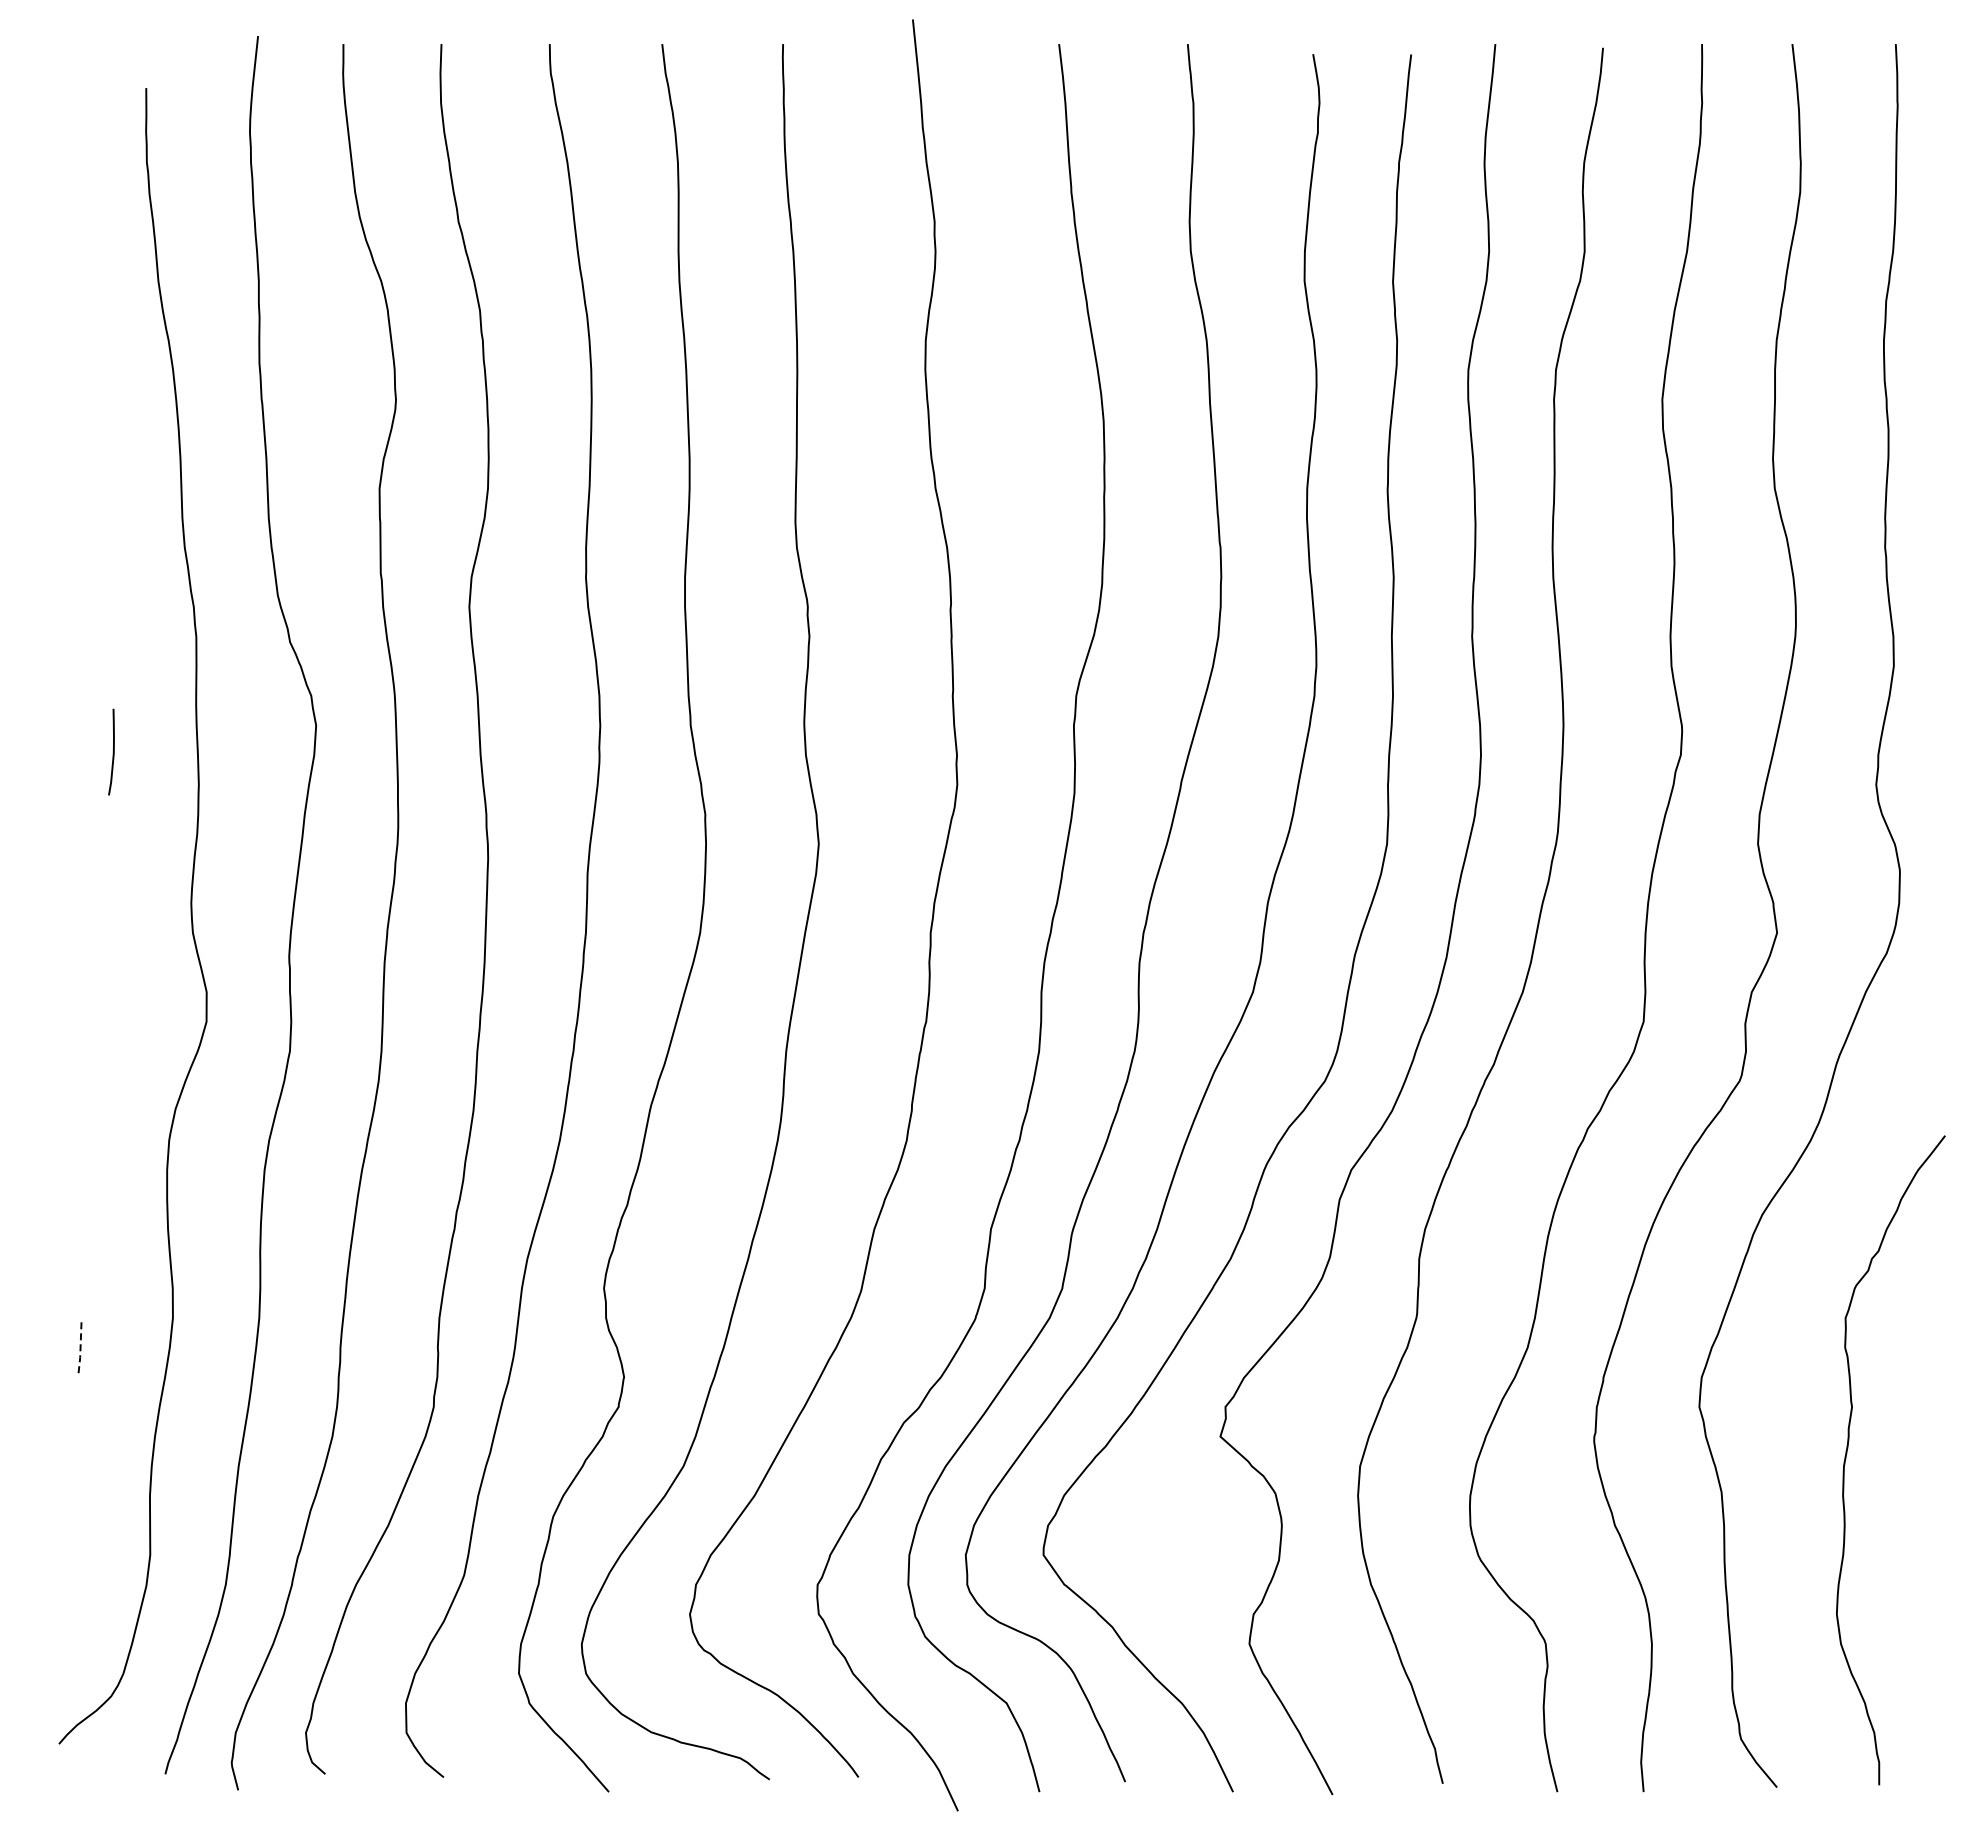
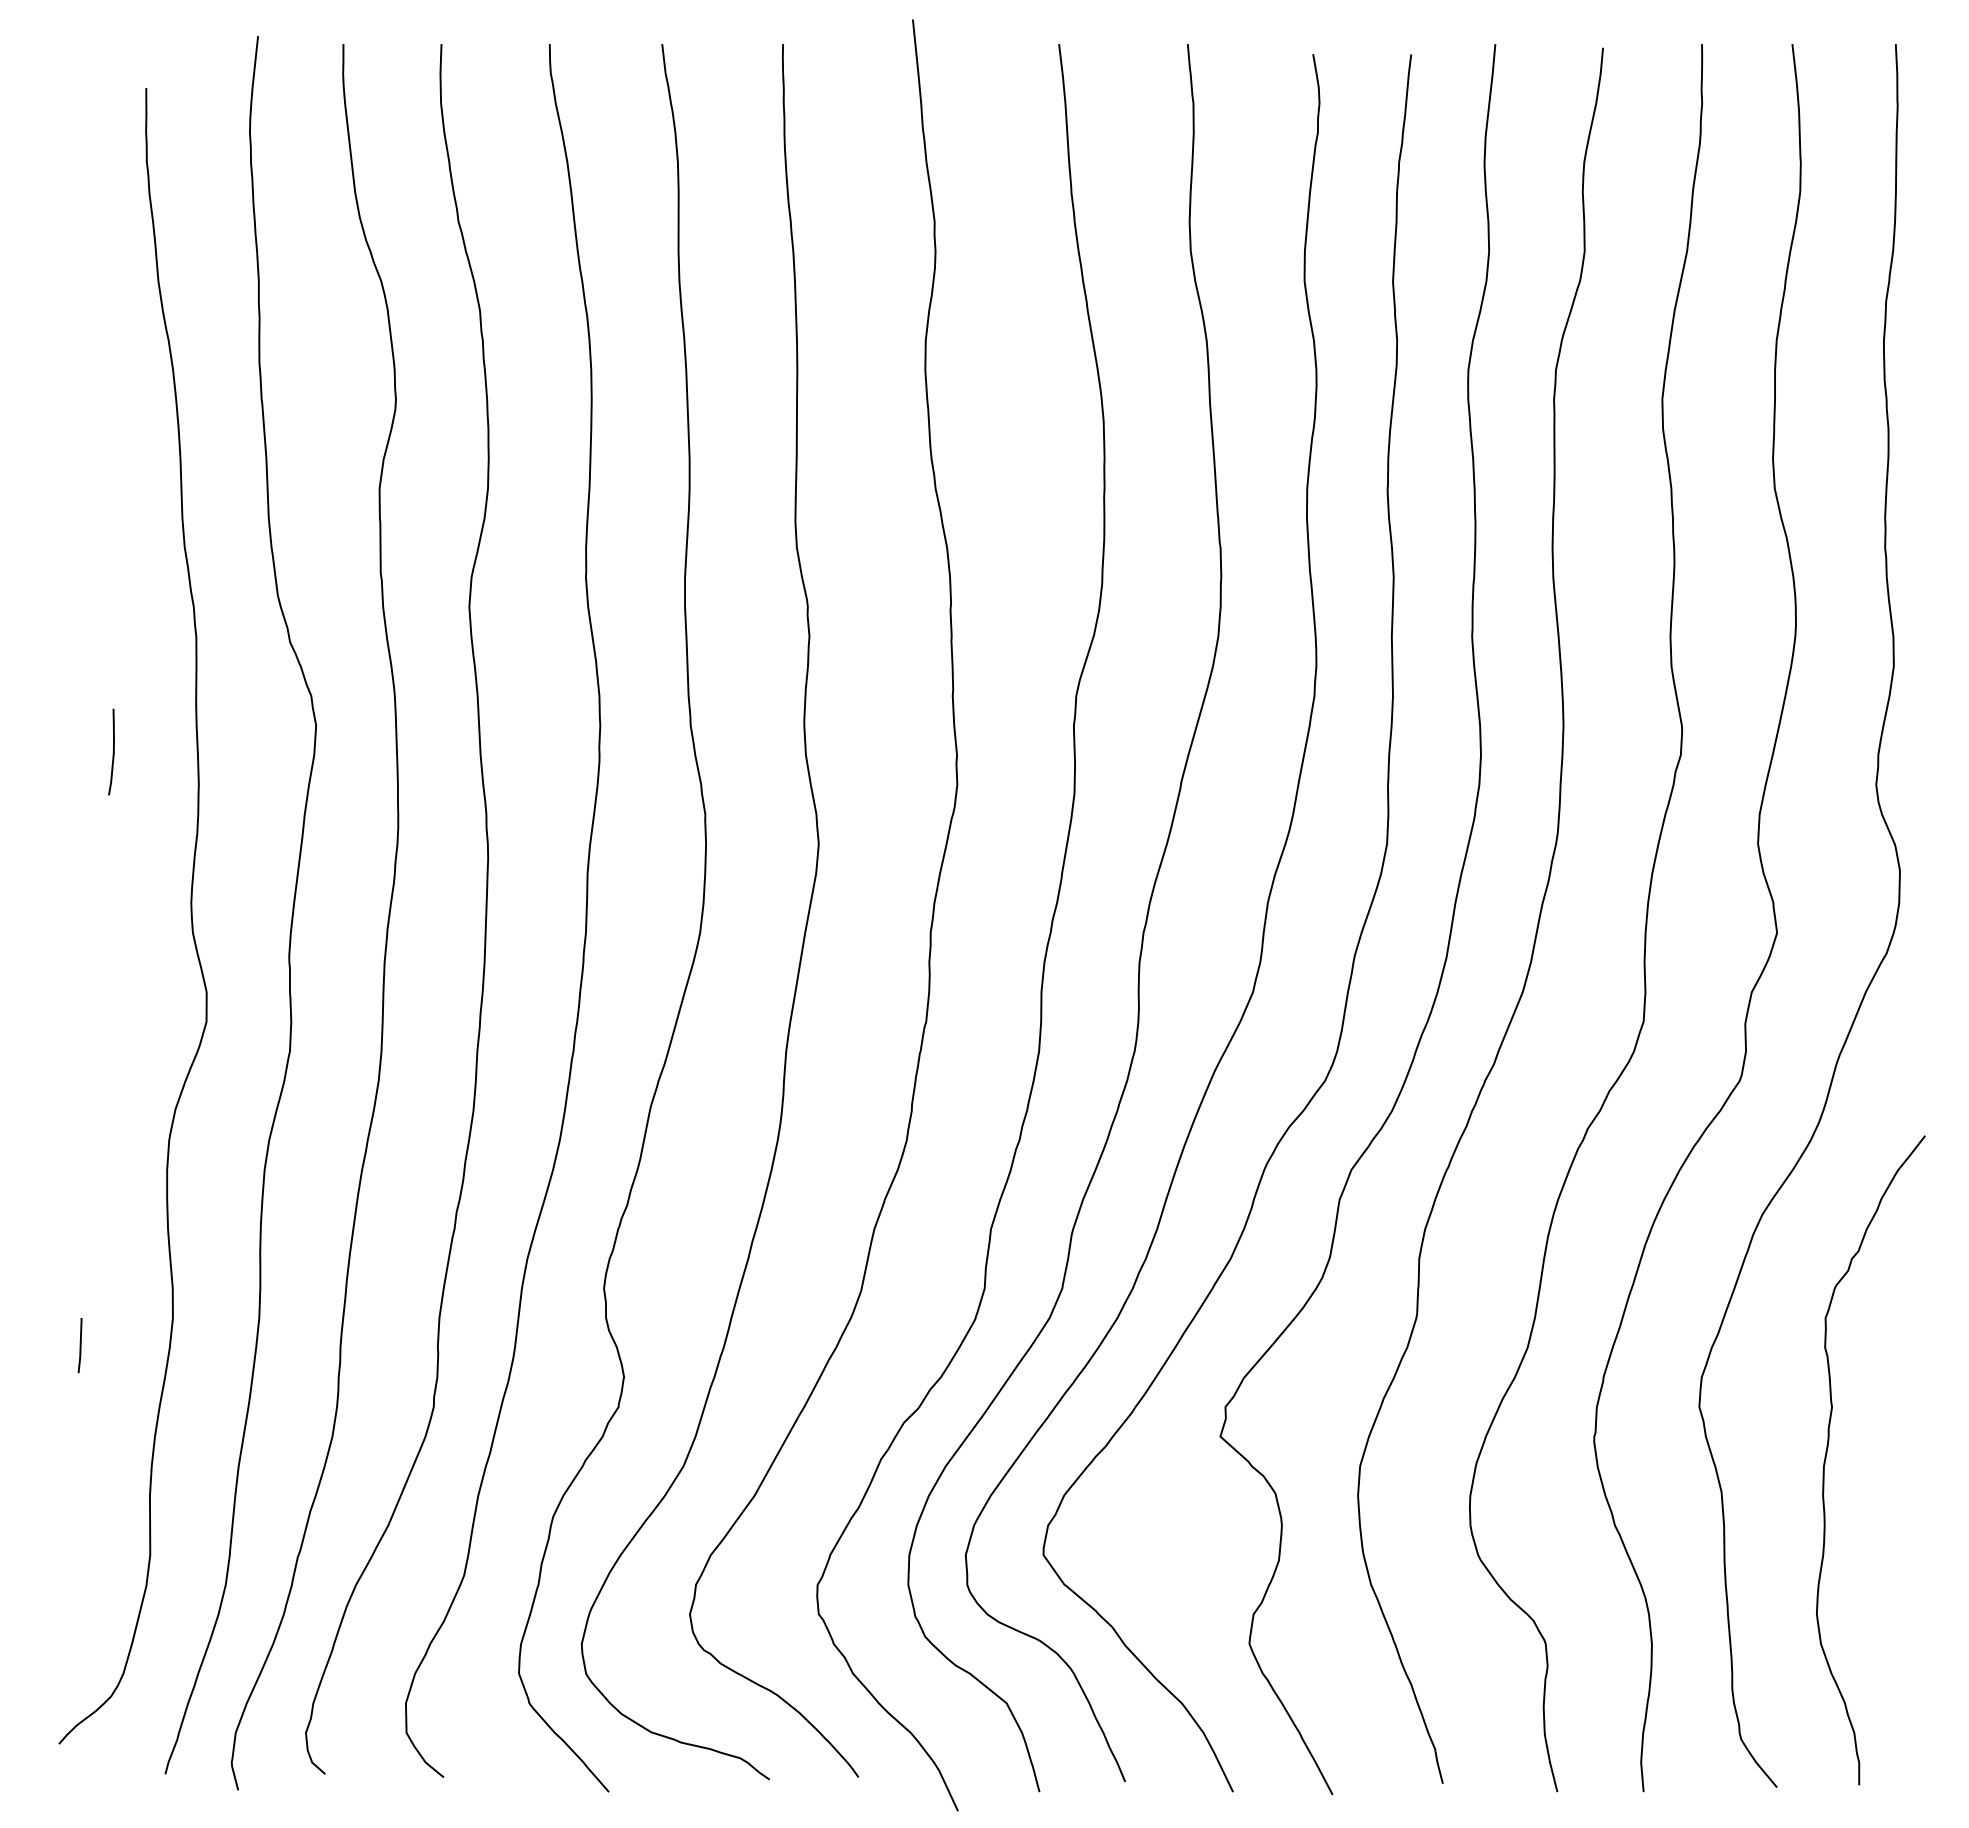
line at (80, 1344): dashed -> solid
curve at (1847, 1453) position: (1847, 1453) -> (1827, 1453)
